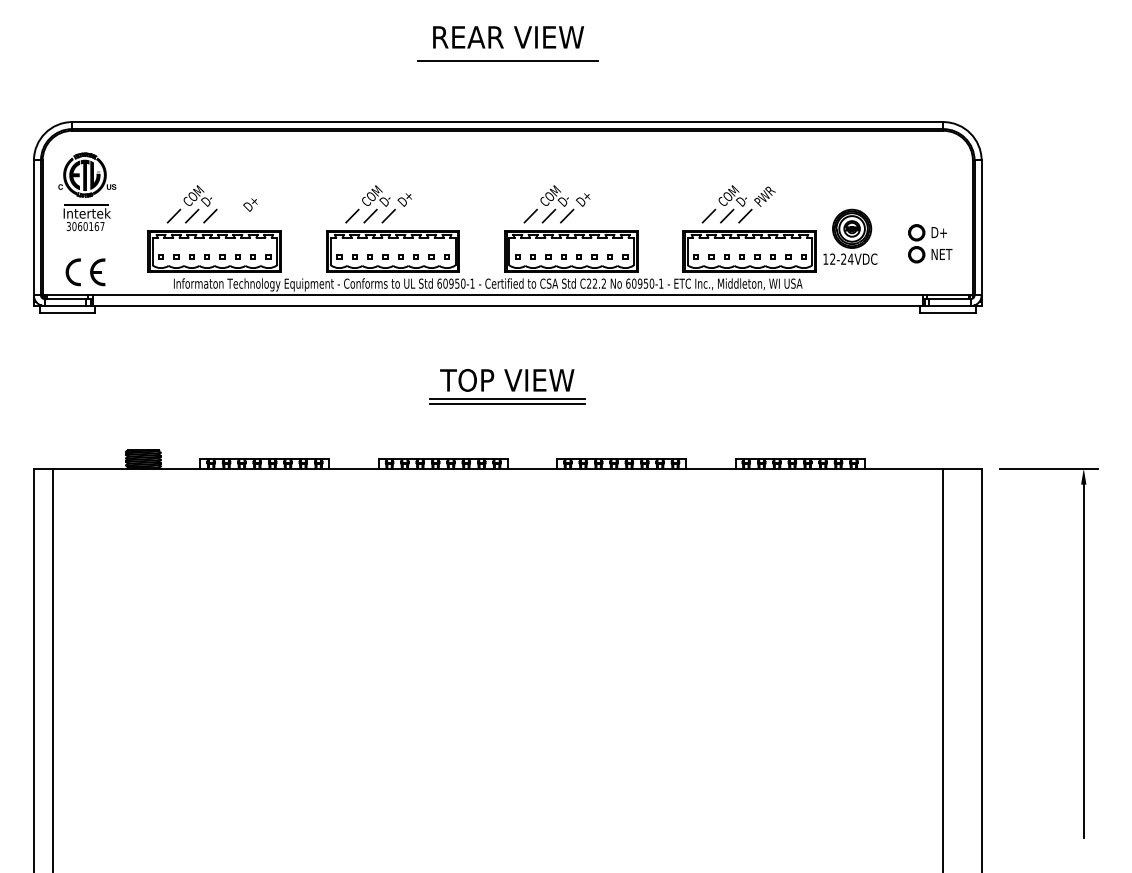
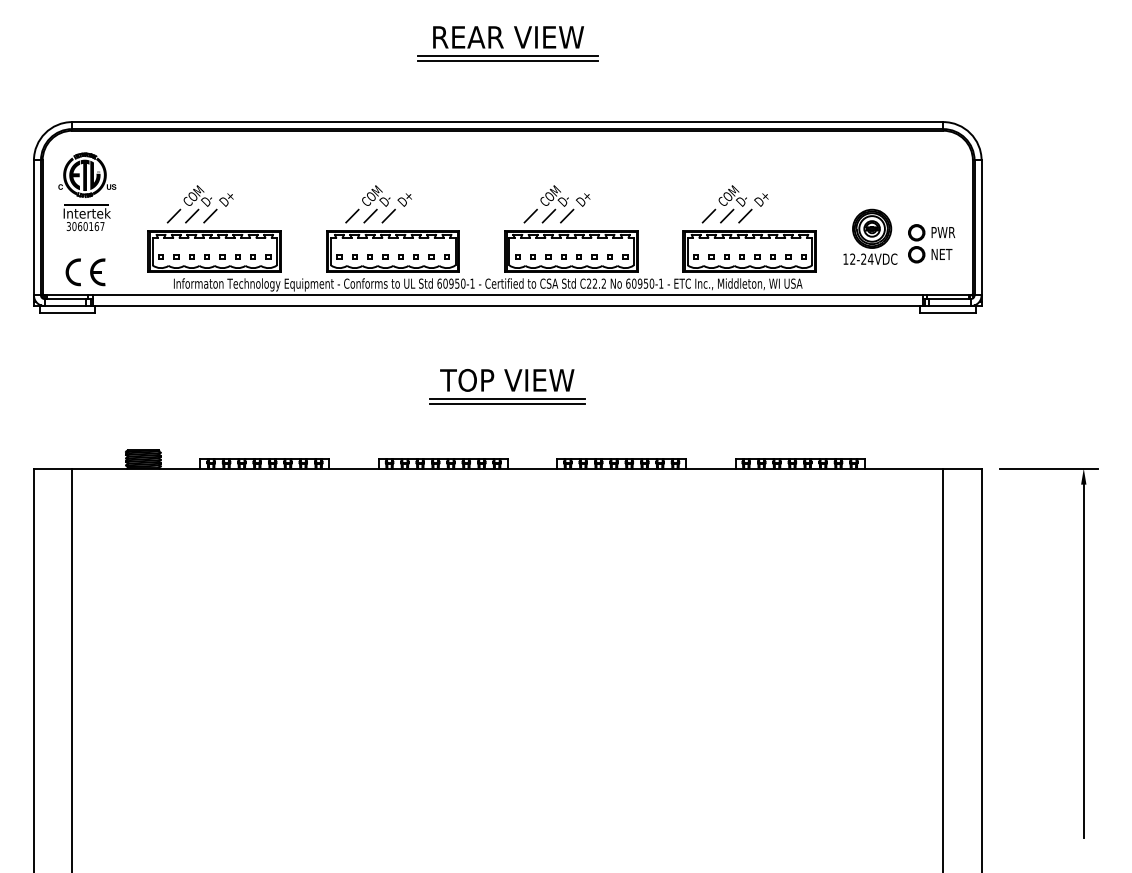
line at (507, 55): none -> present
text at (766, 196): PWR -> D+
text at (250, 204) position: (250, 204) -> (226, 199)
text at (943, 232): D+ -> PWR
part at (850, 236) position: (850, 236) -> (870, 236)
line at (53, 668) position: (53, 668) -> (72, 668)
